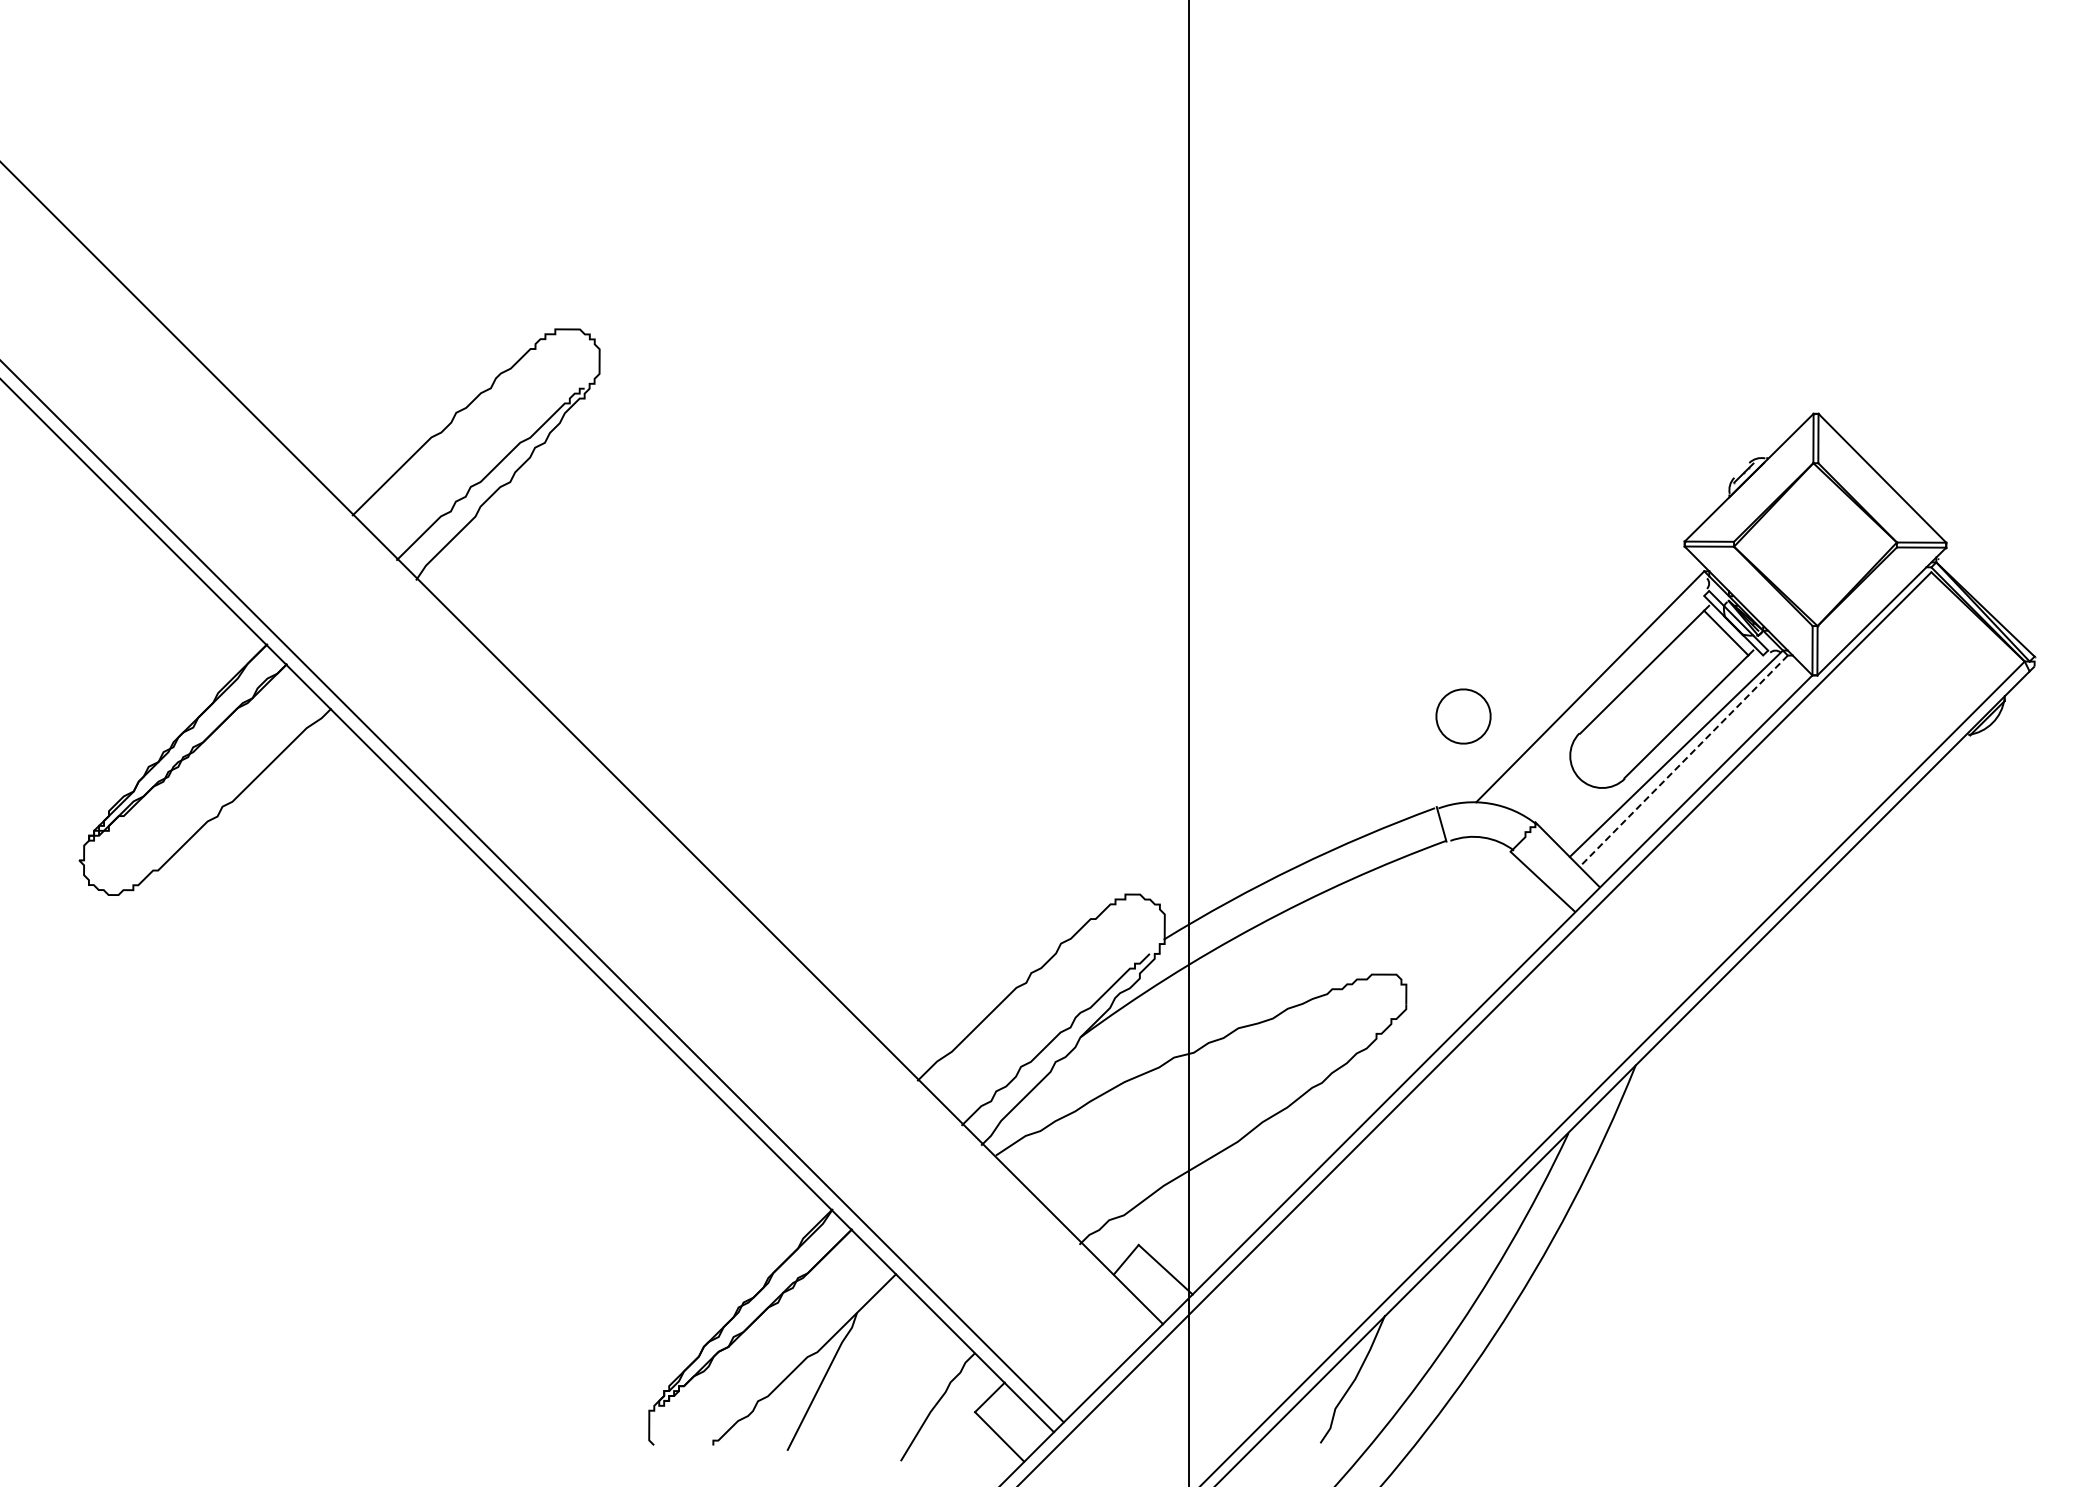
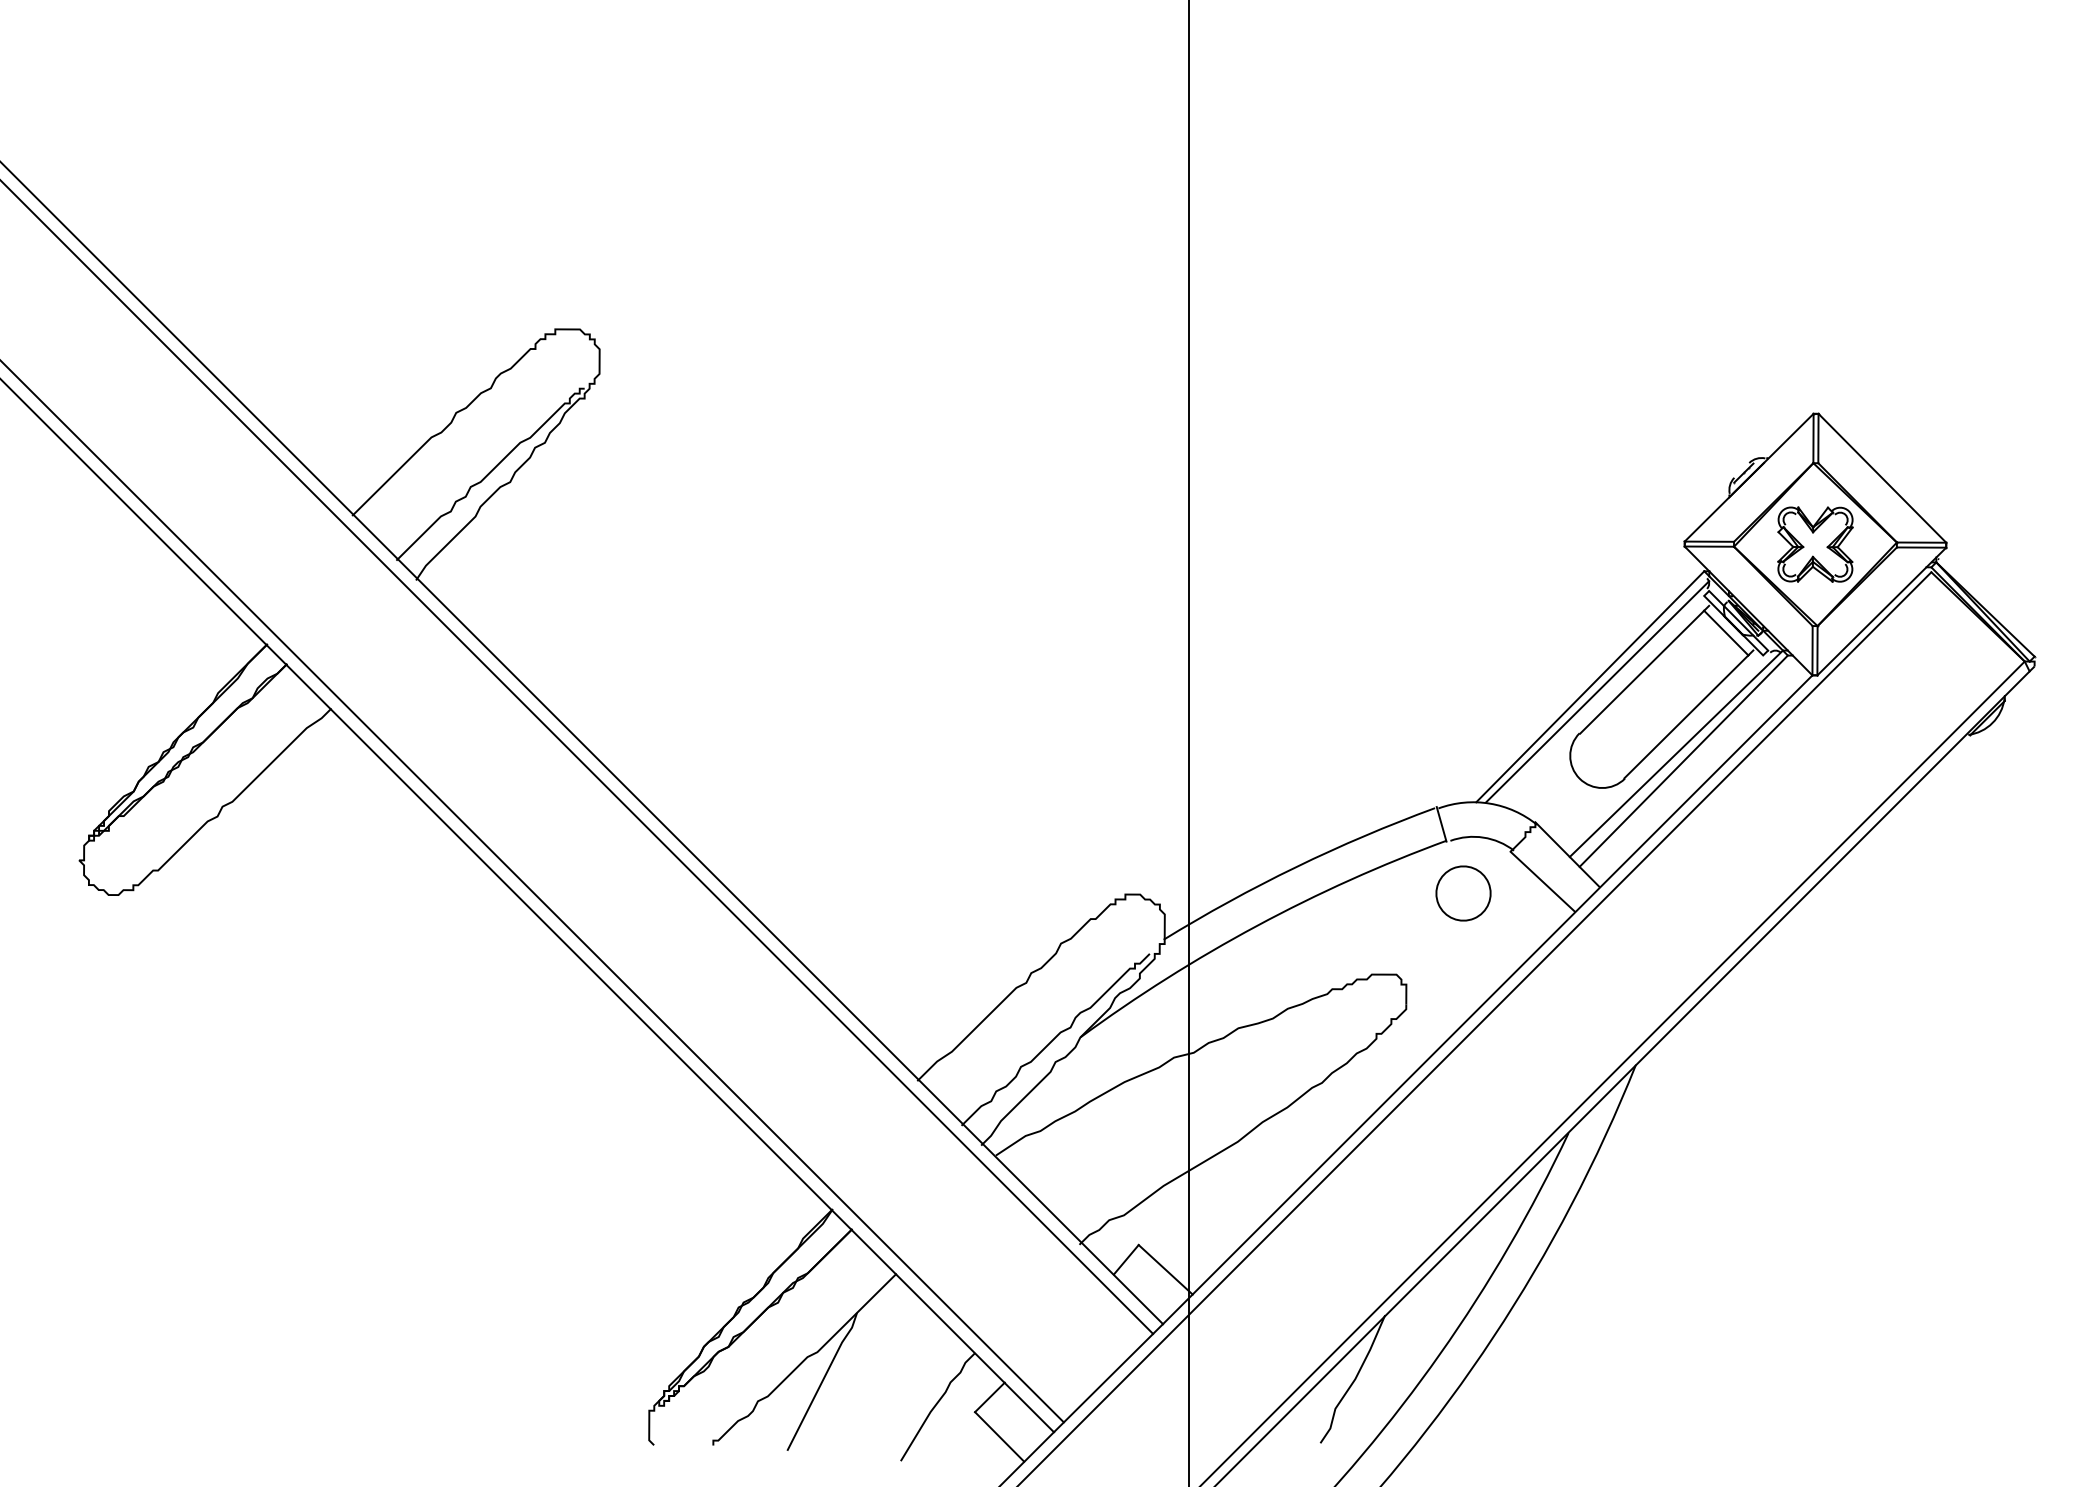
part at (1815, 544): none -> present
line at (1597, 691): none -> present
part at (1463, 716) position: (1463, 716) -> (1463, 893)
line at (577, 757): none -> present
line at (1683, 761): dashed -> solid
